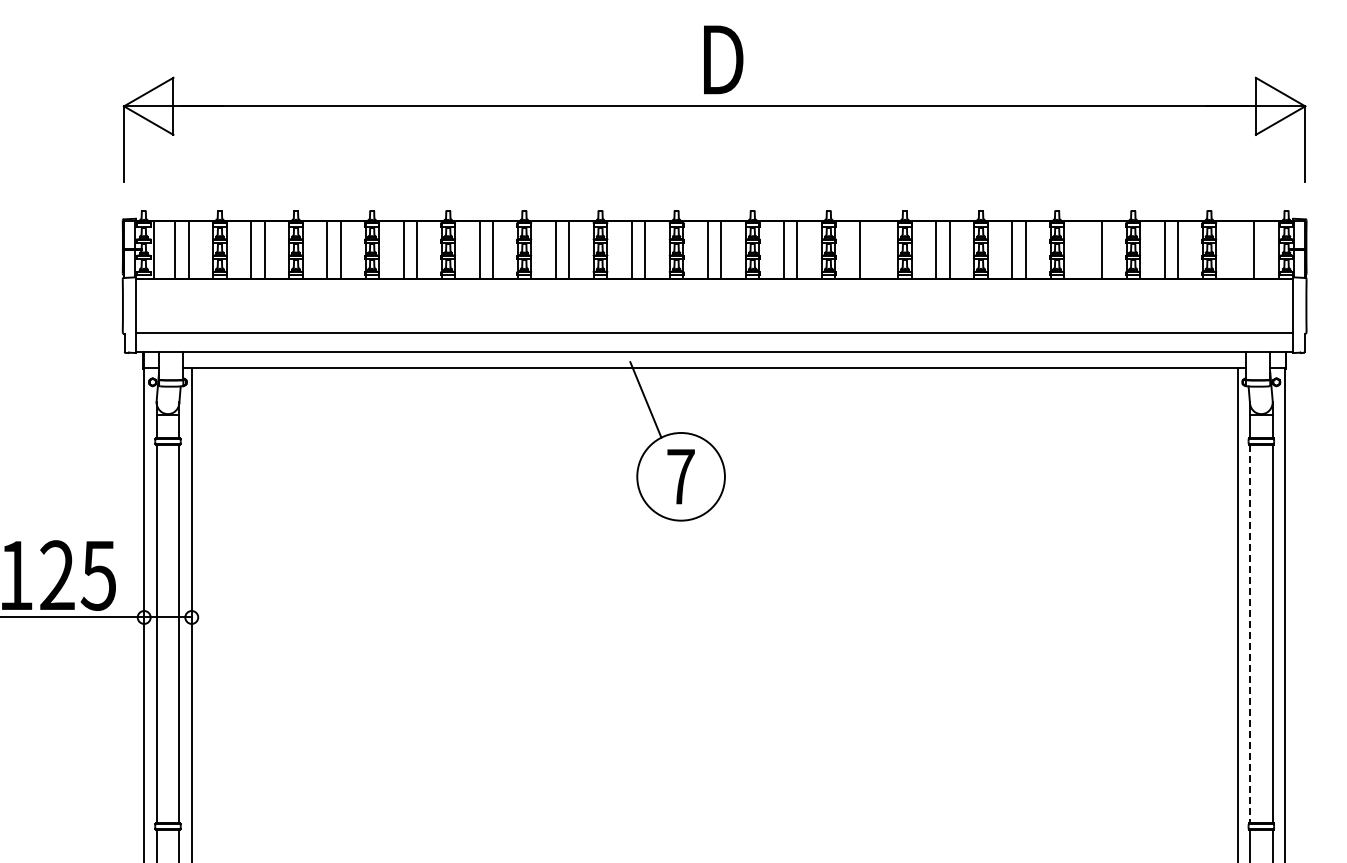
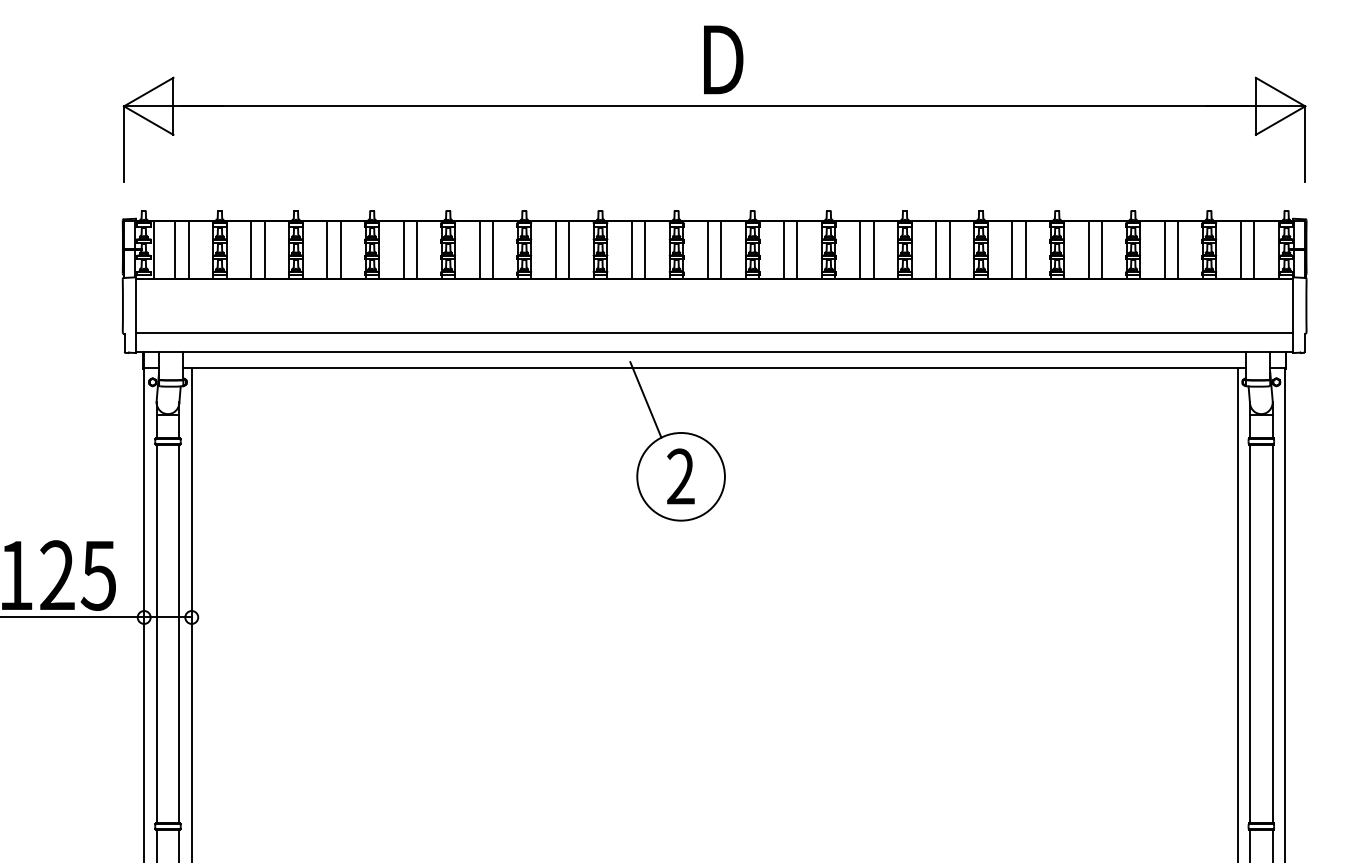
line at (873, 250): none -> present
line at (1088, 250): none -> present
line at (1240, 250): none -> present
text at (680, 476): 7 -> 2
line at (1249, 634): dashed -> solid
